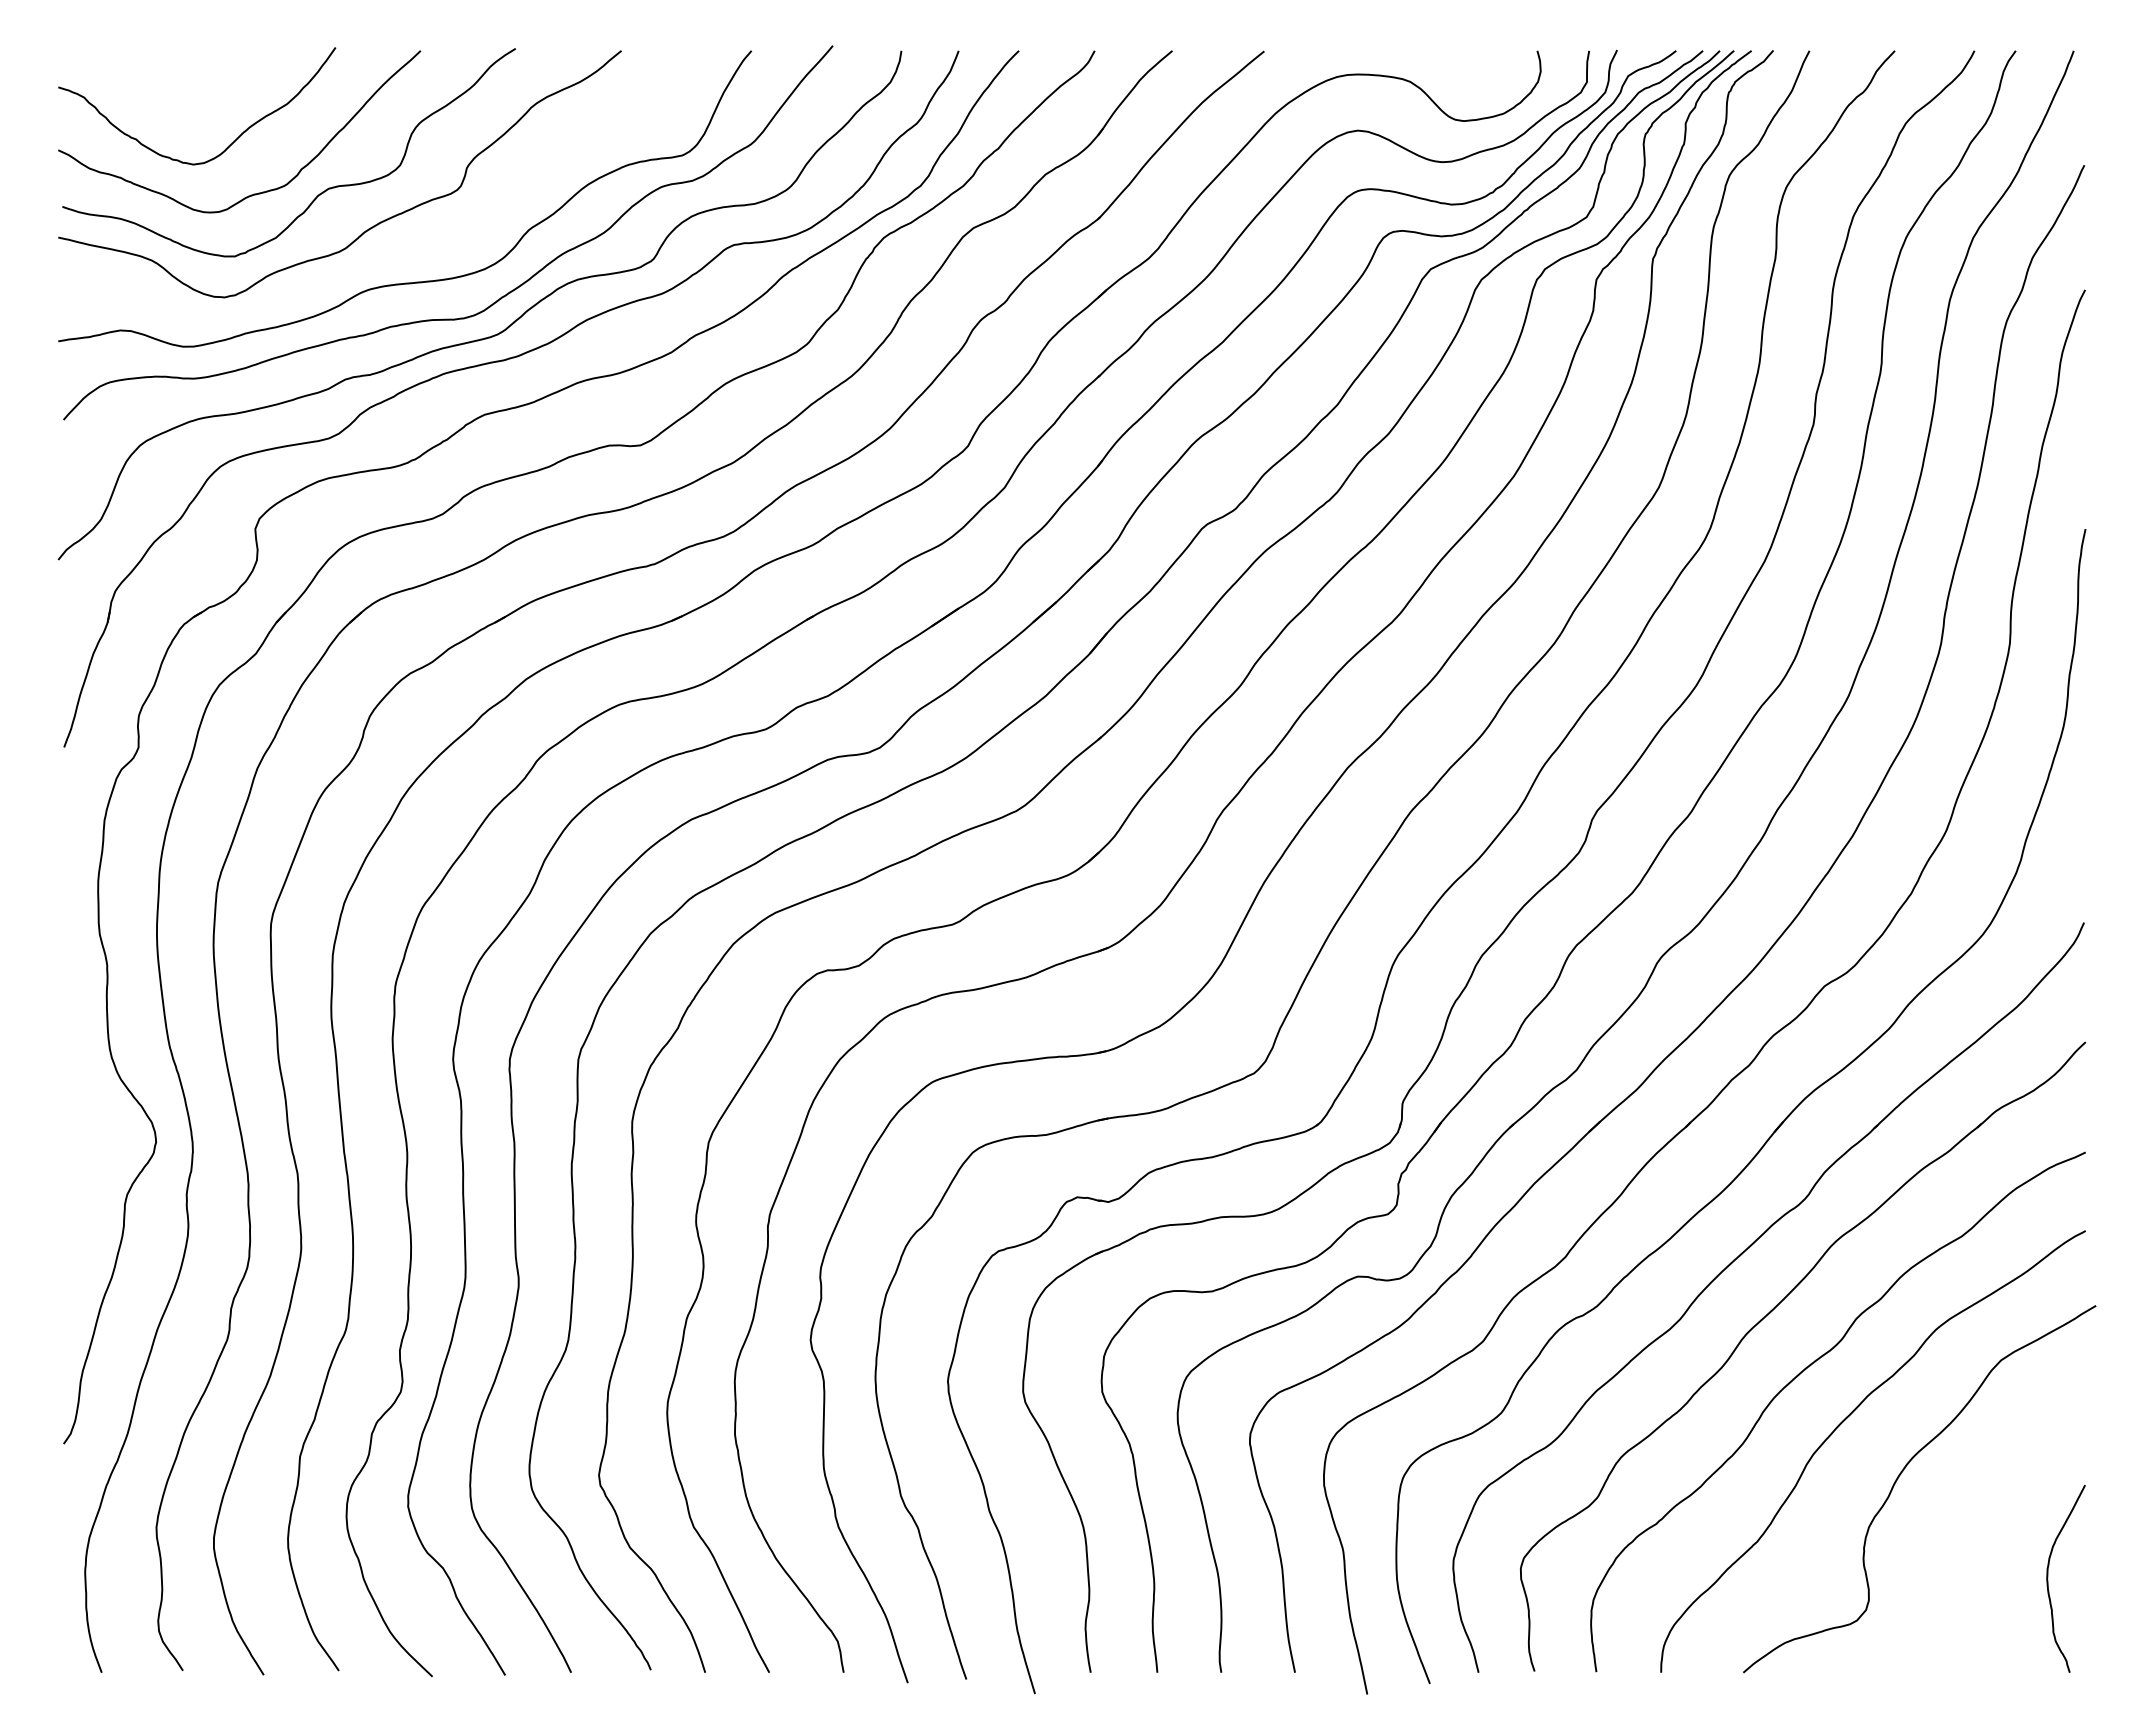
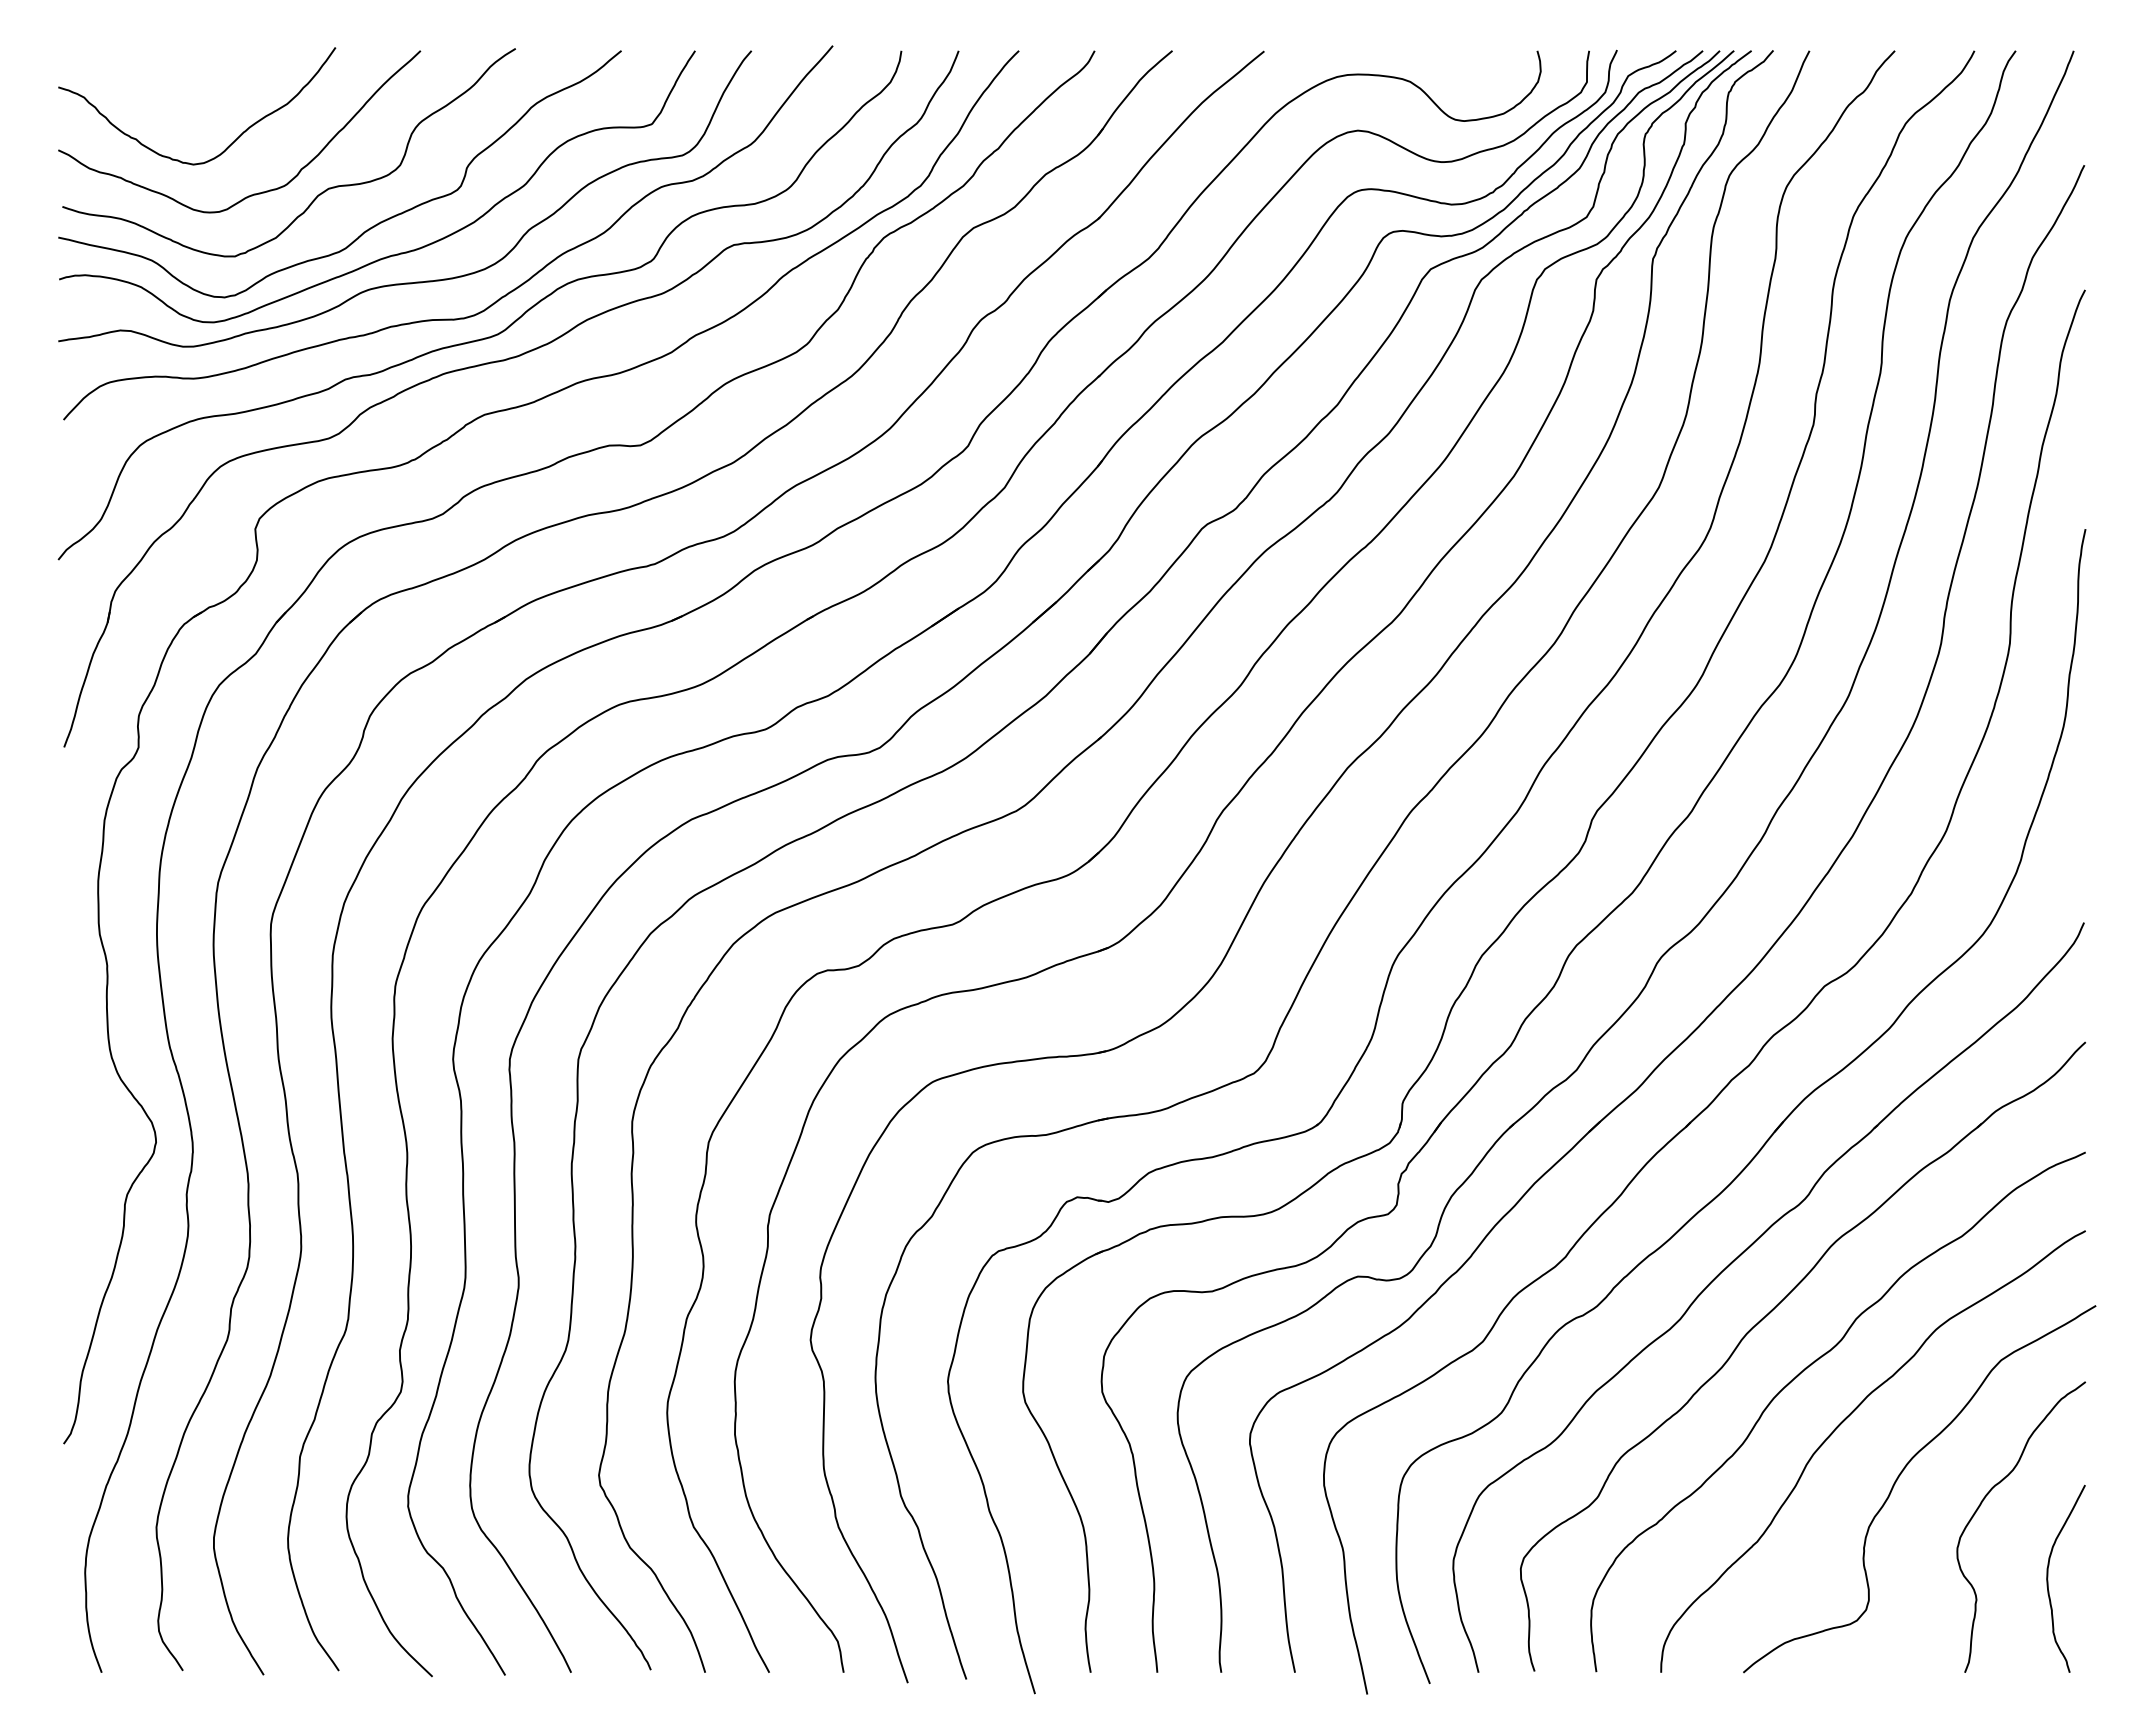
curve at (392, 254): none -> present
curve at (1983, 1501): none -> present
